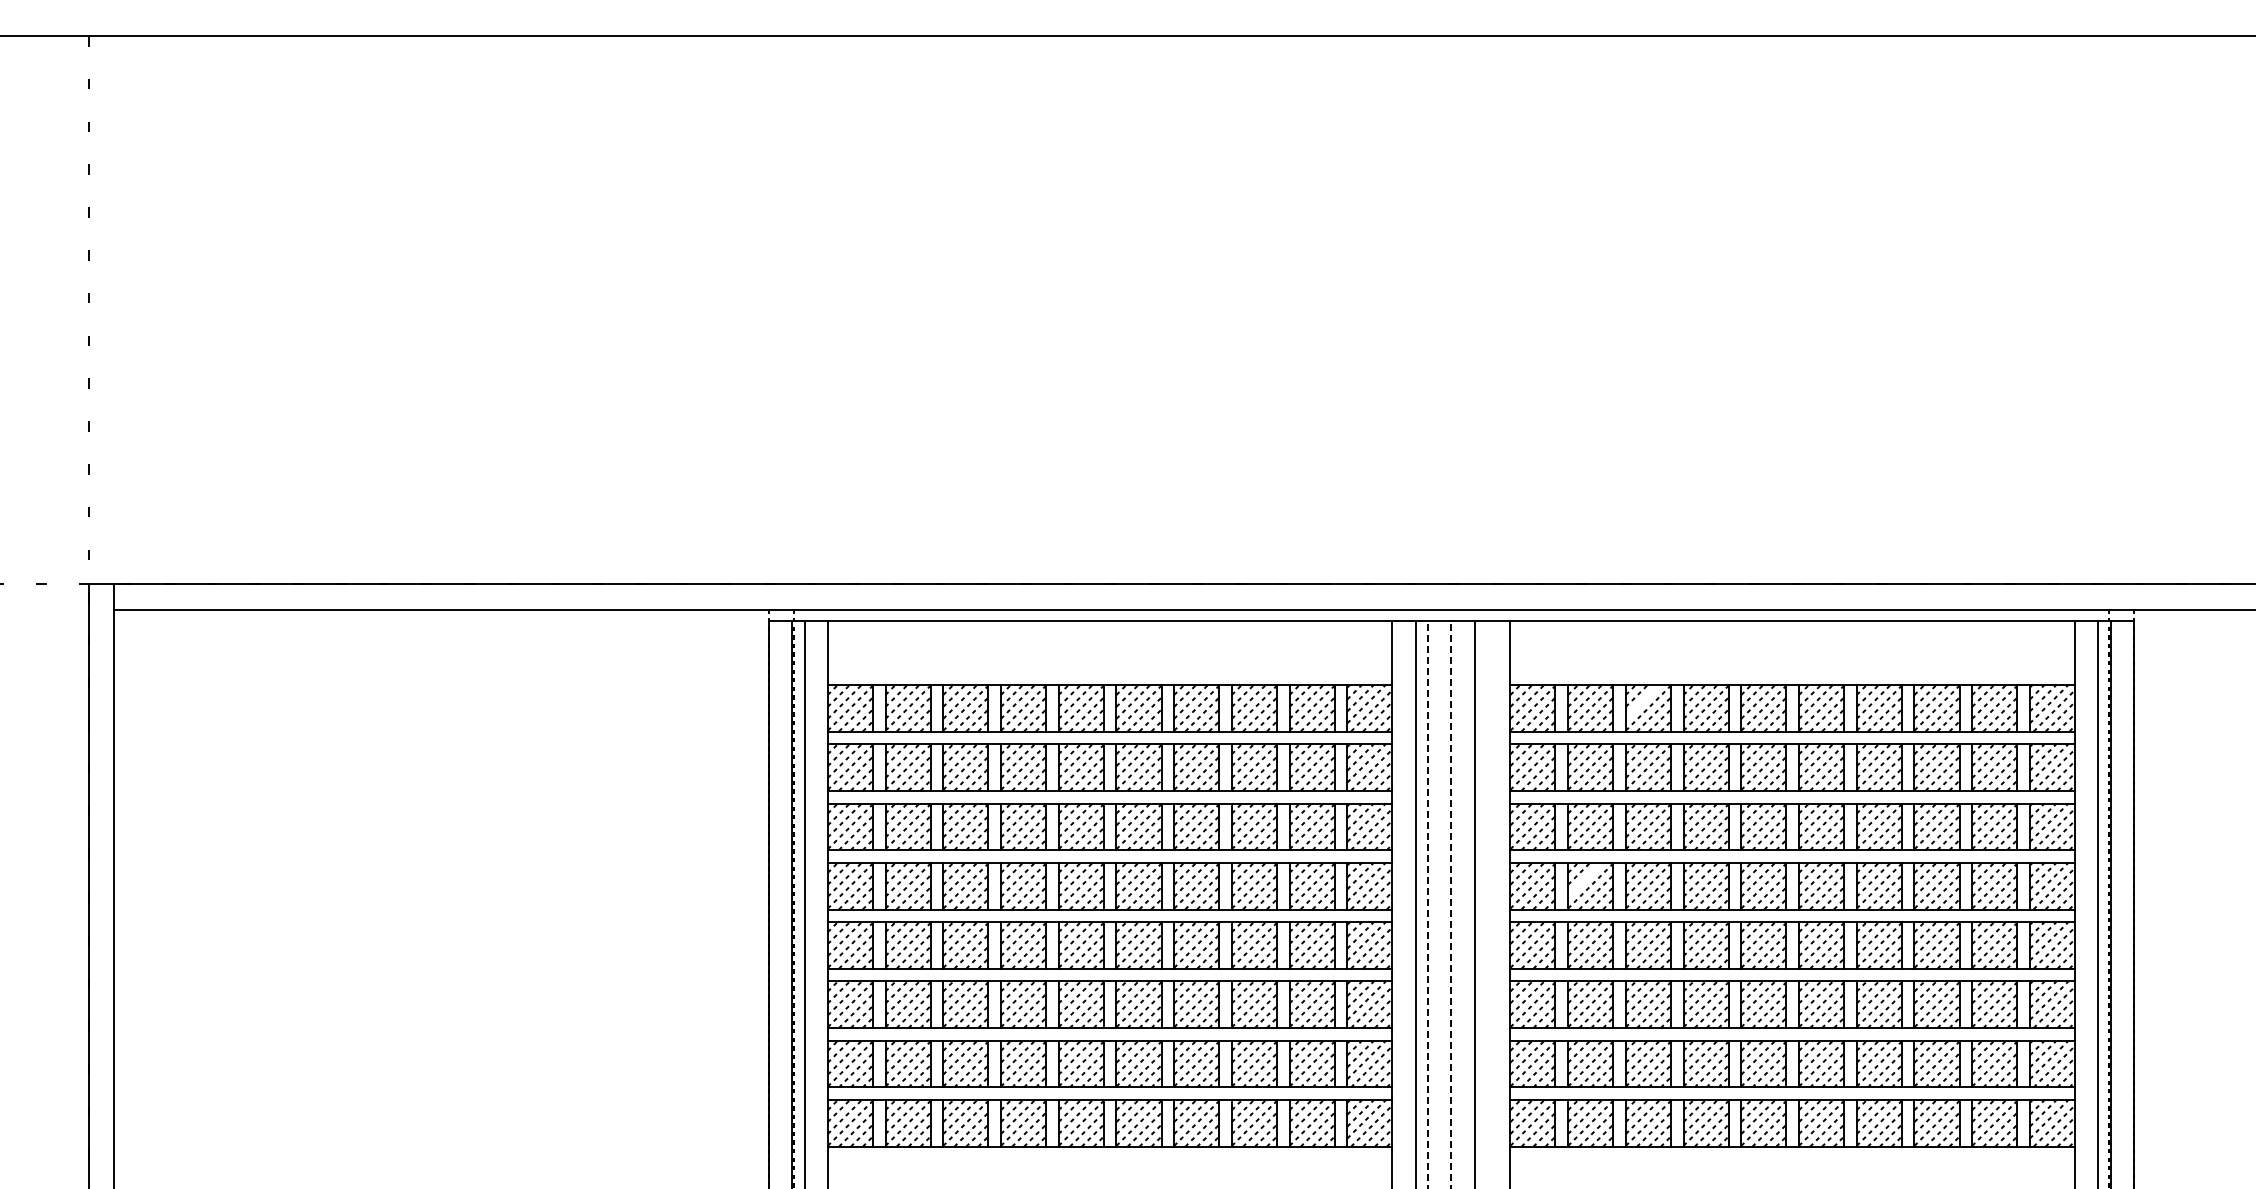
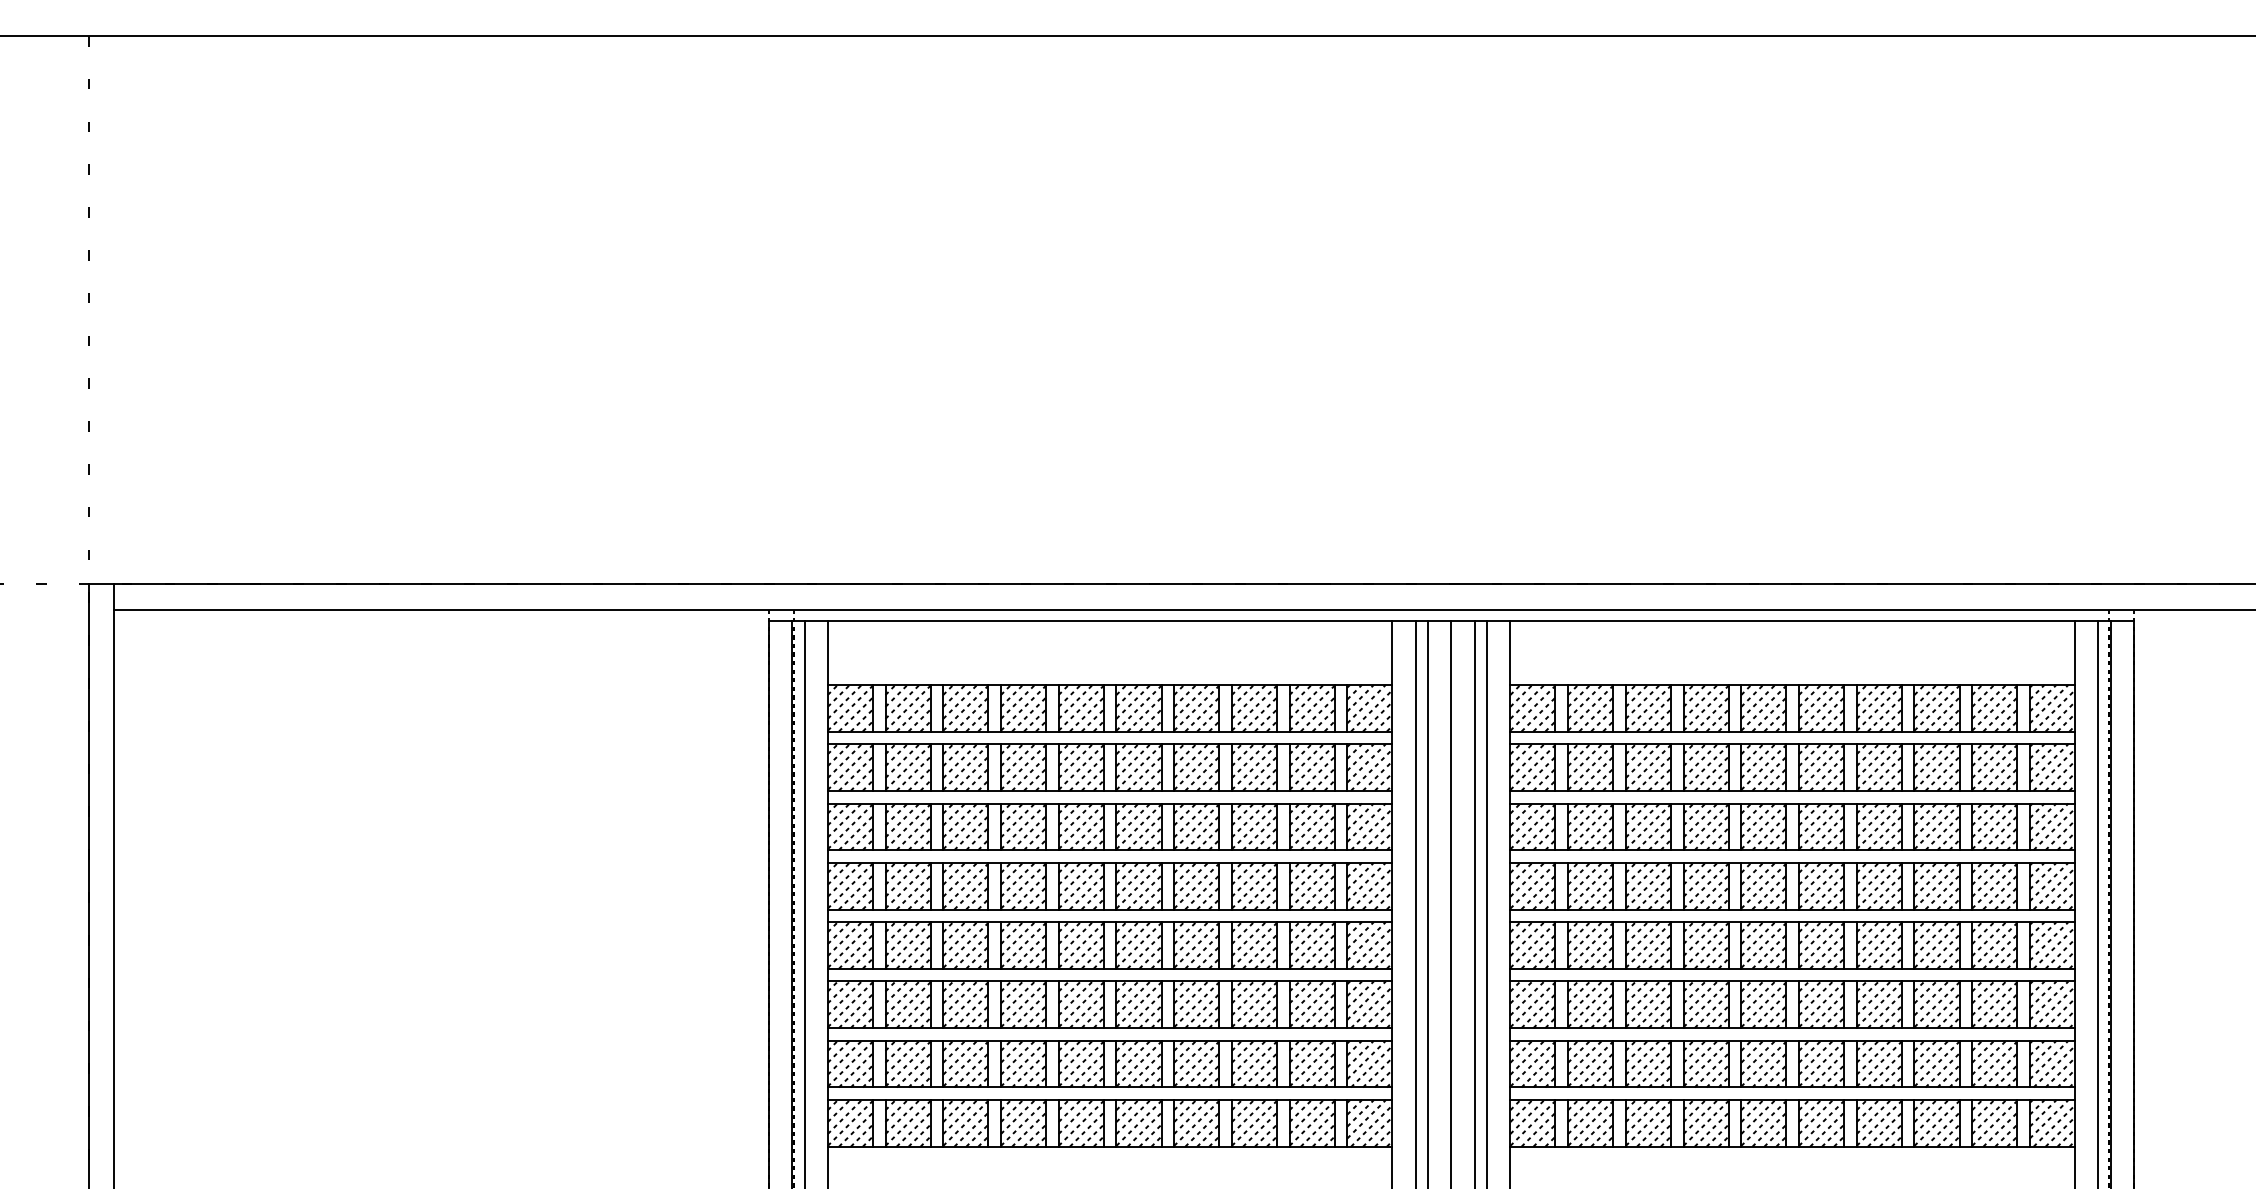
line at (1642, 701): none -> present
line at (1585, 879): none -> present
line at (1487, 902): none -> present
line at (1428, 904): dashed -> solid
line at (1451, 904): dashed -> solid
